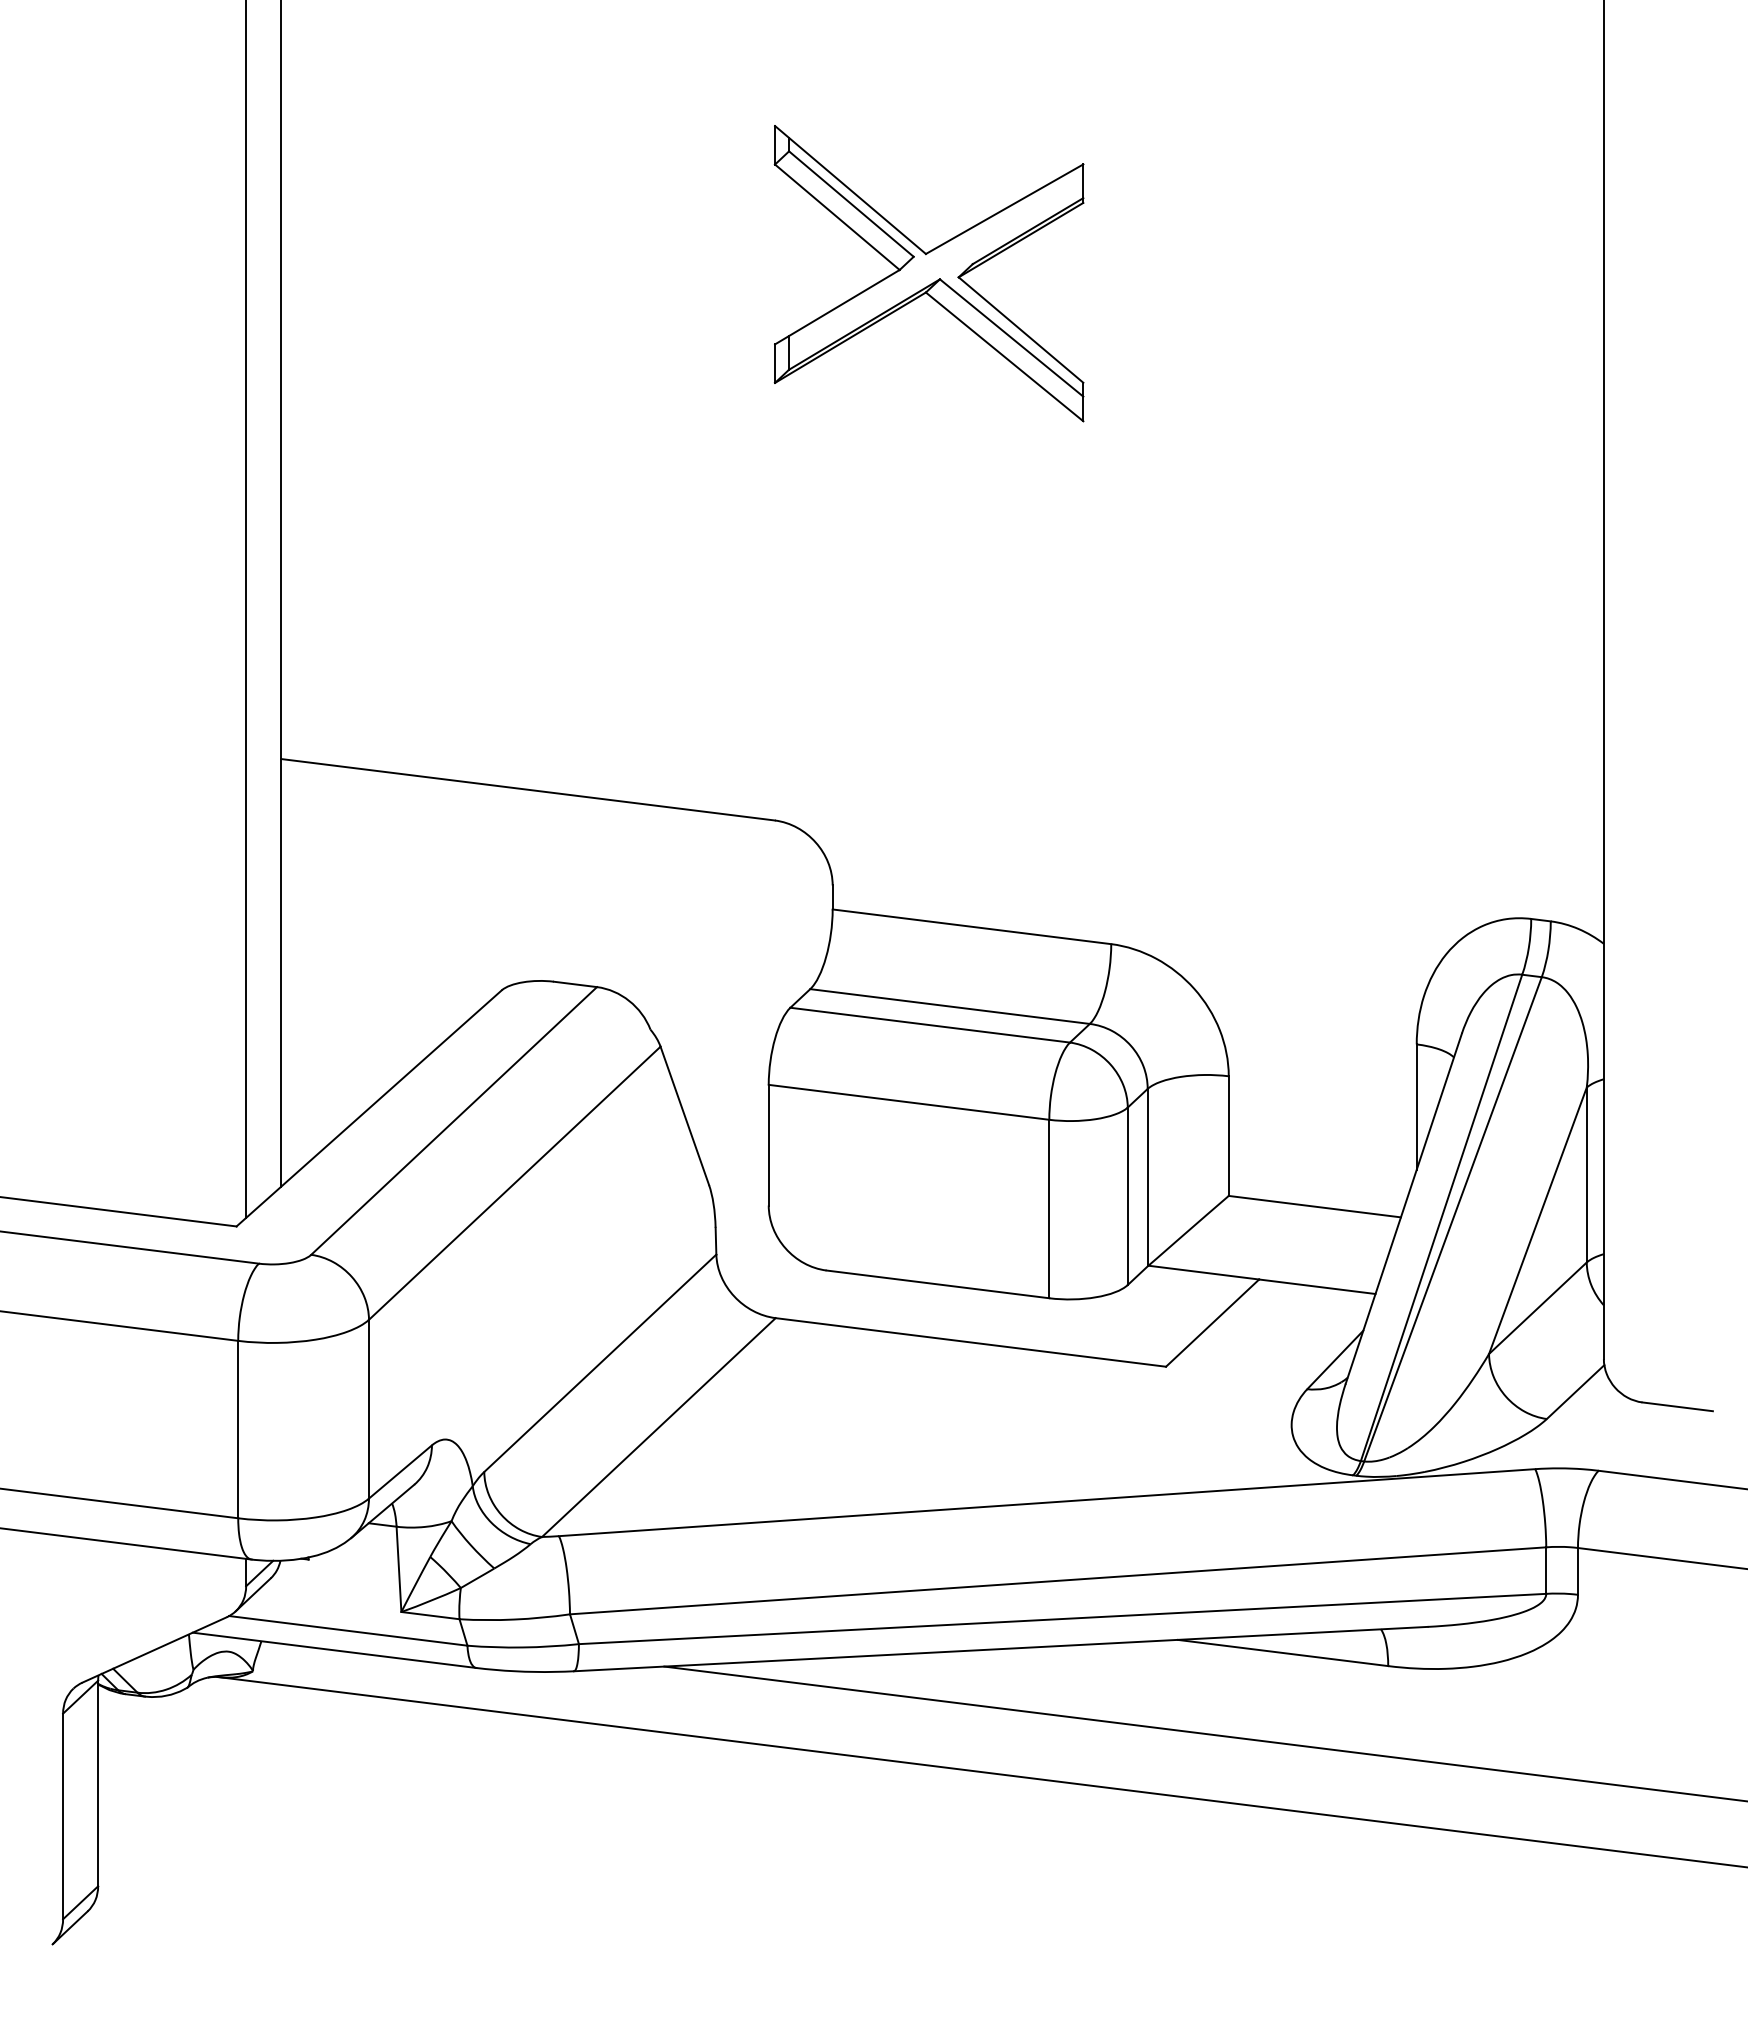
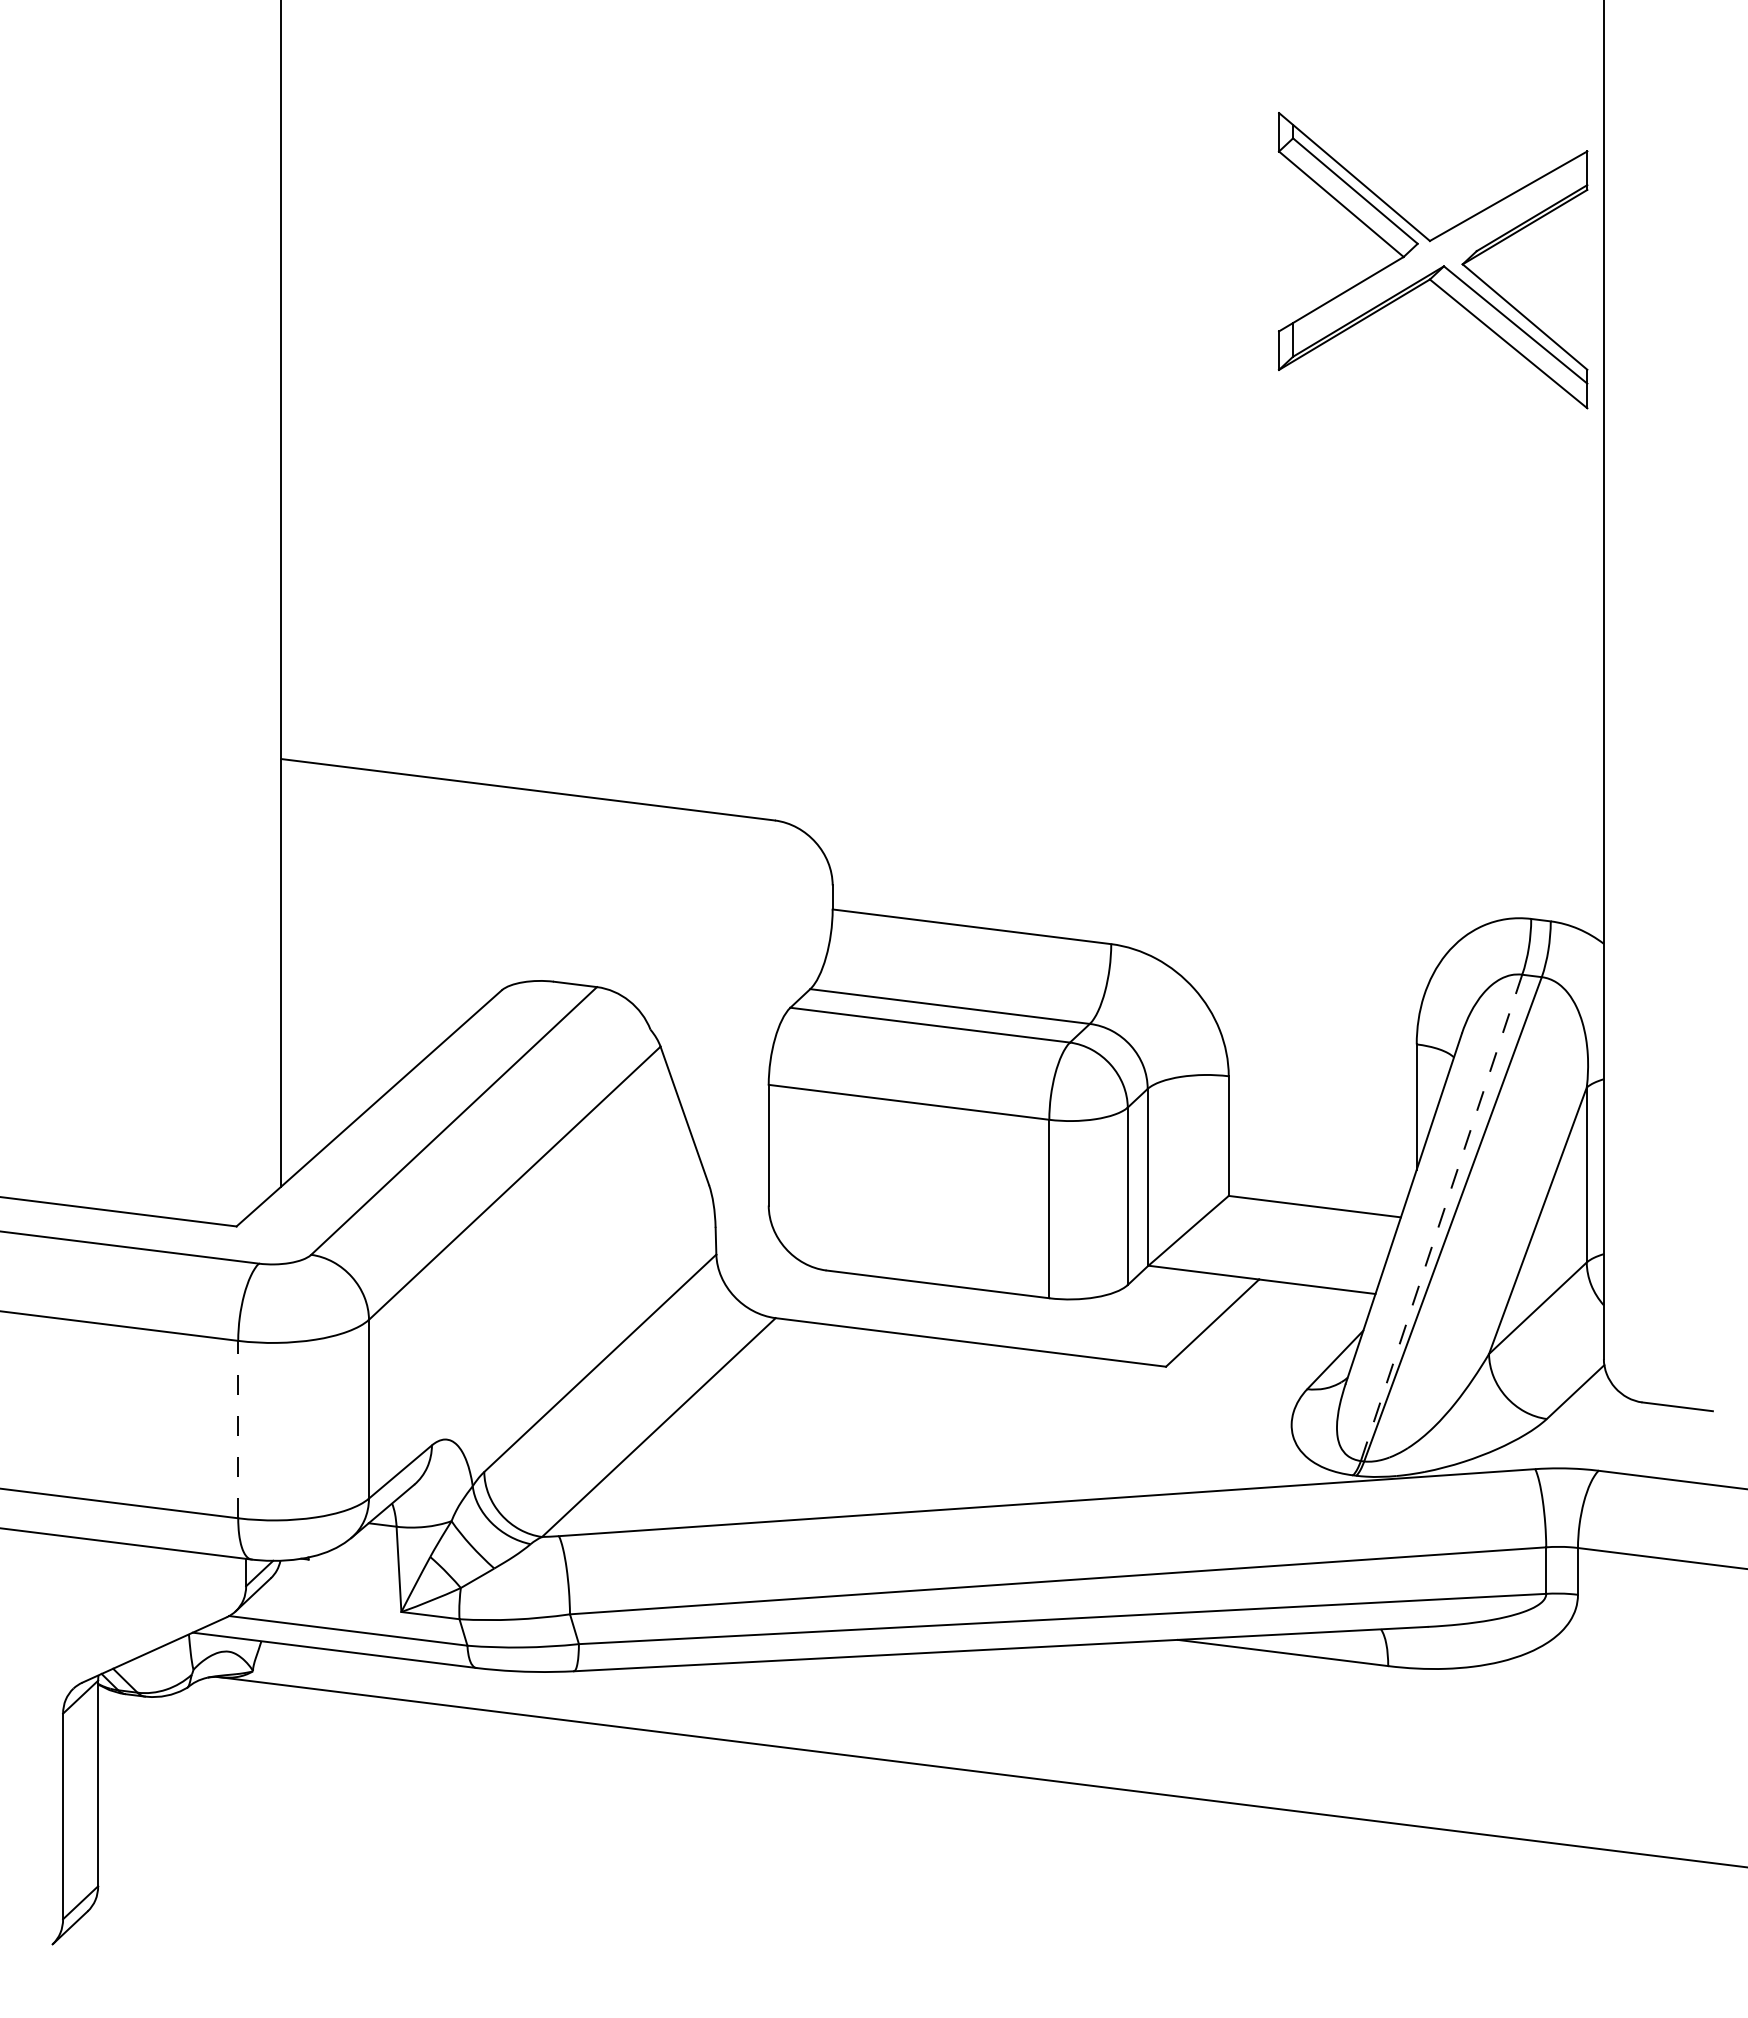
part at (928, 273) position: (928, 273) -> (1432, 260)
line at (246, 609): present -> none
line at (1441, 1217): solid -> dashed
line at (238, 1429): solid -> dashed
line at (1204, 1733): present -> none
